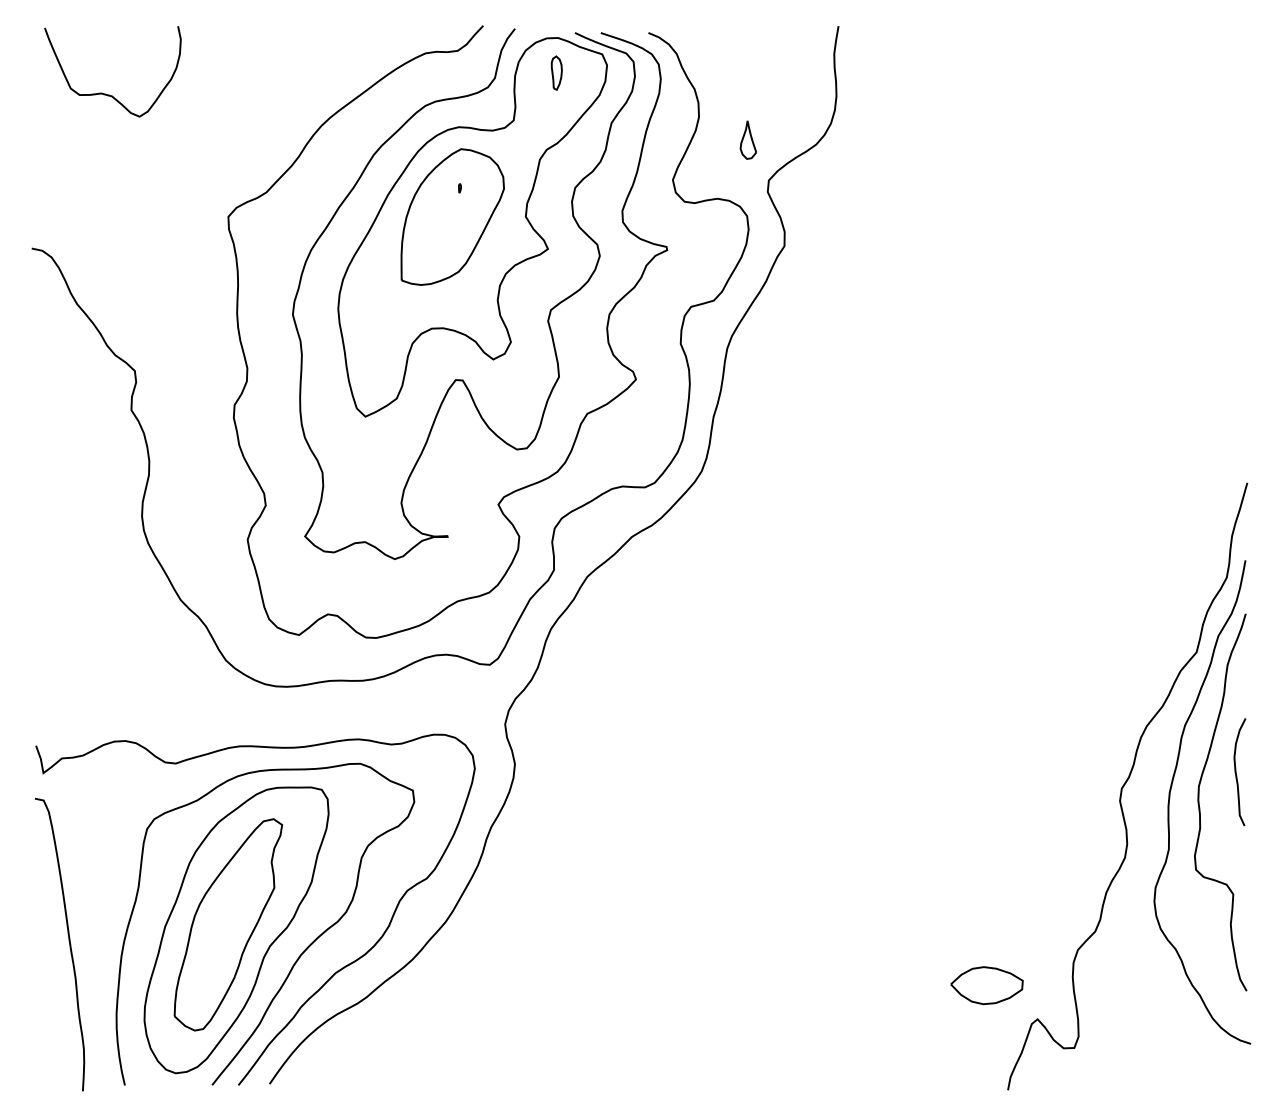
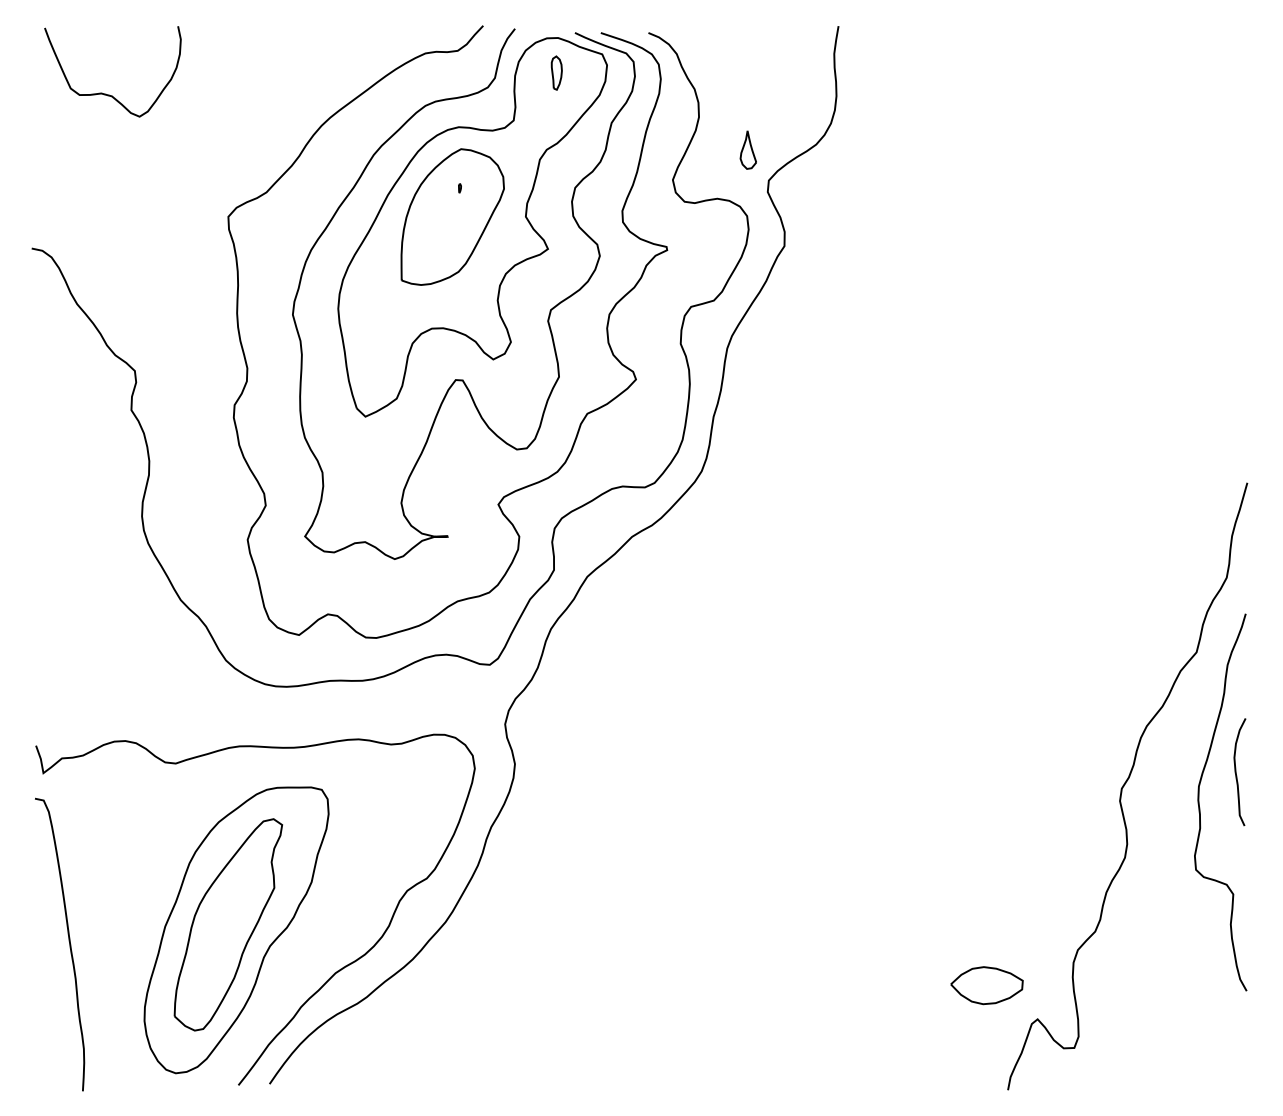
part at (747, 139) position: (747, 139) -> (747, 149)
curve at (1170, 798): present -> none
curve at (303, 950): present -> none
